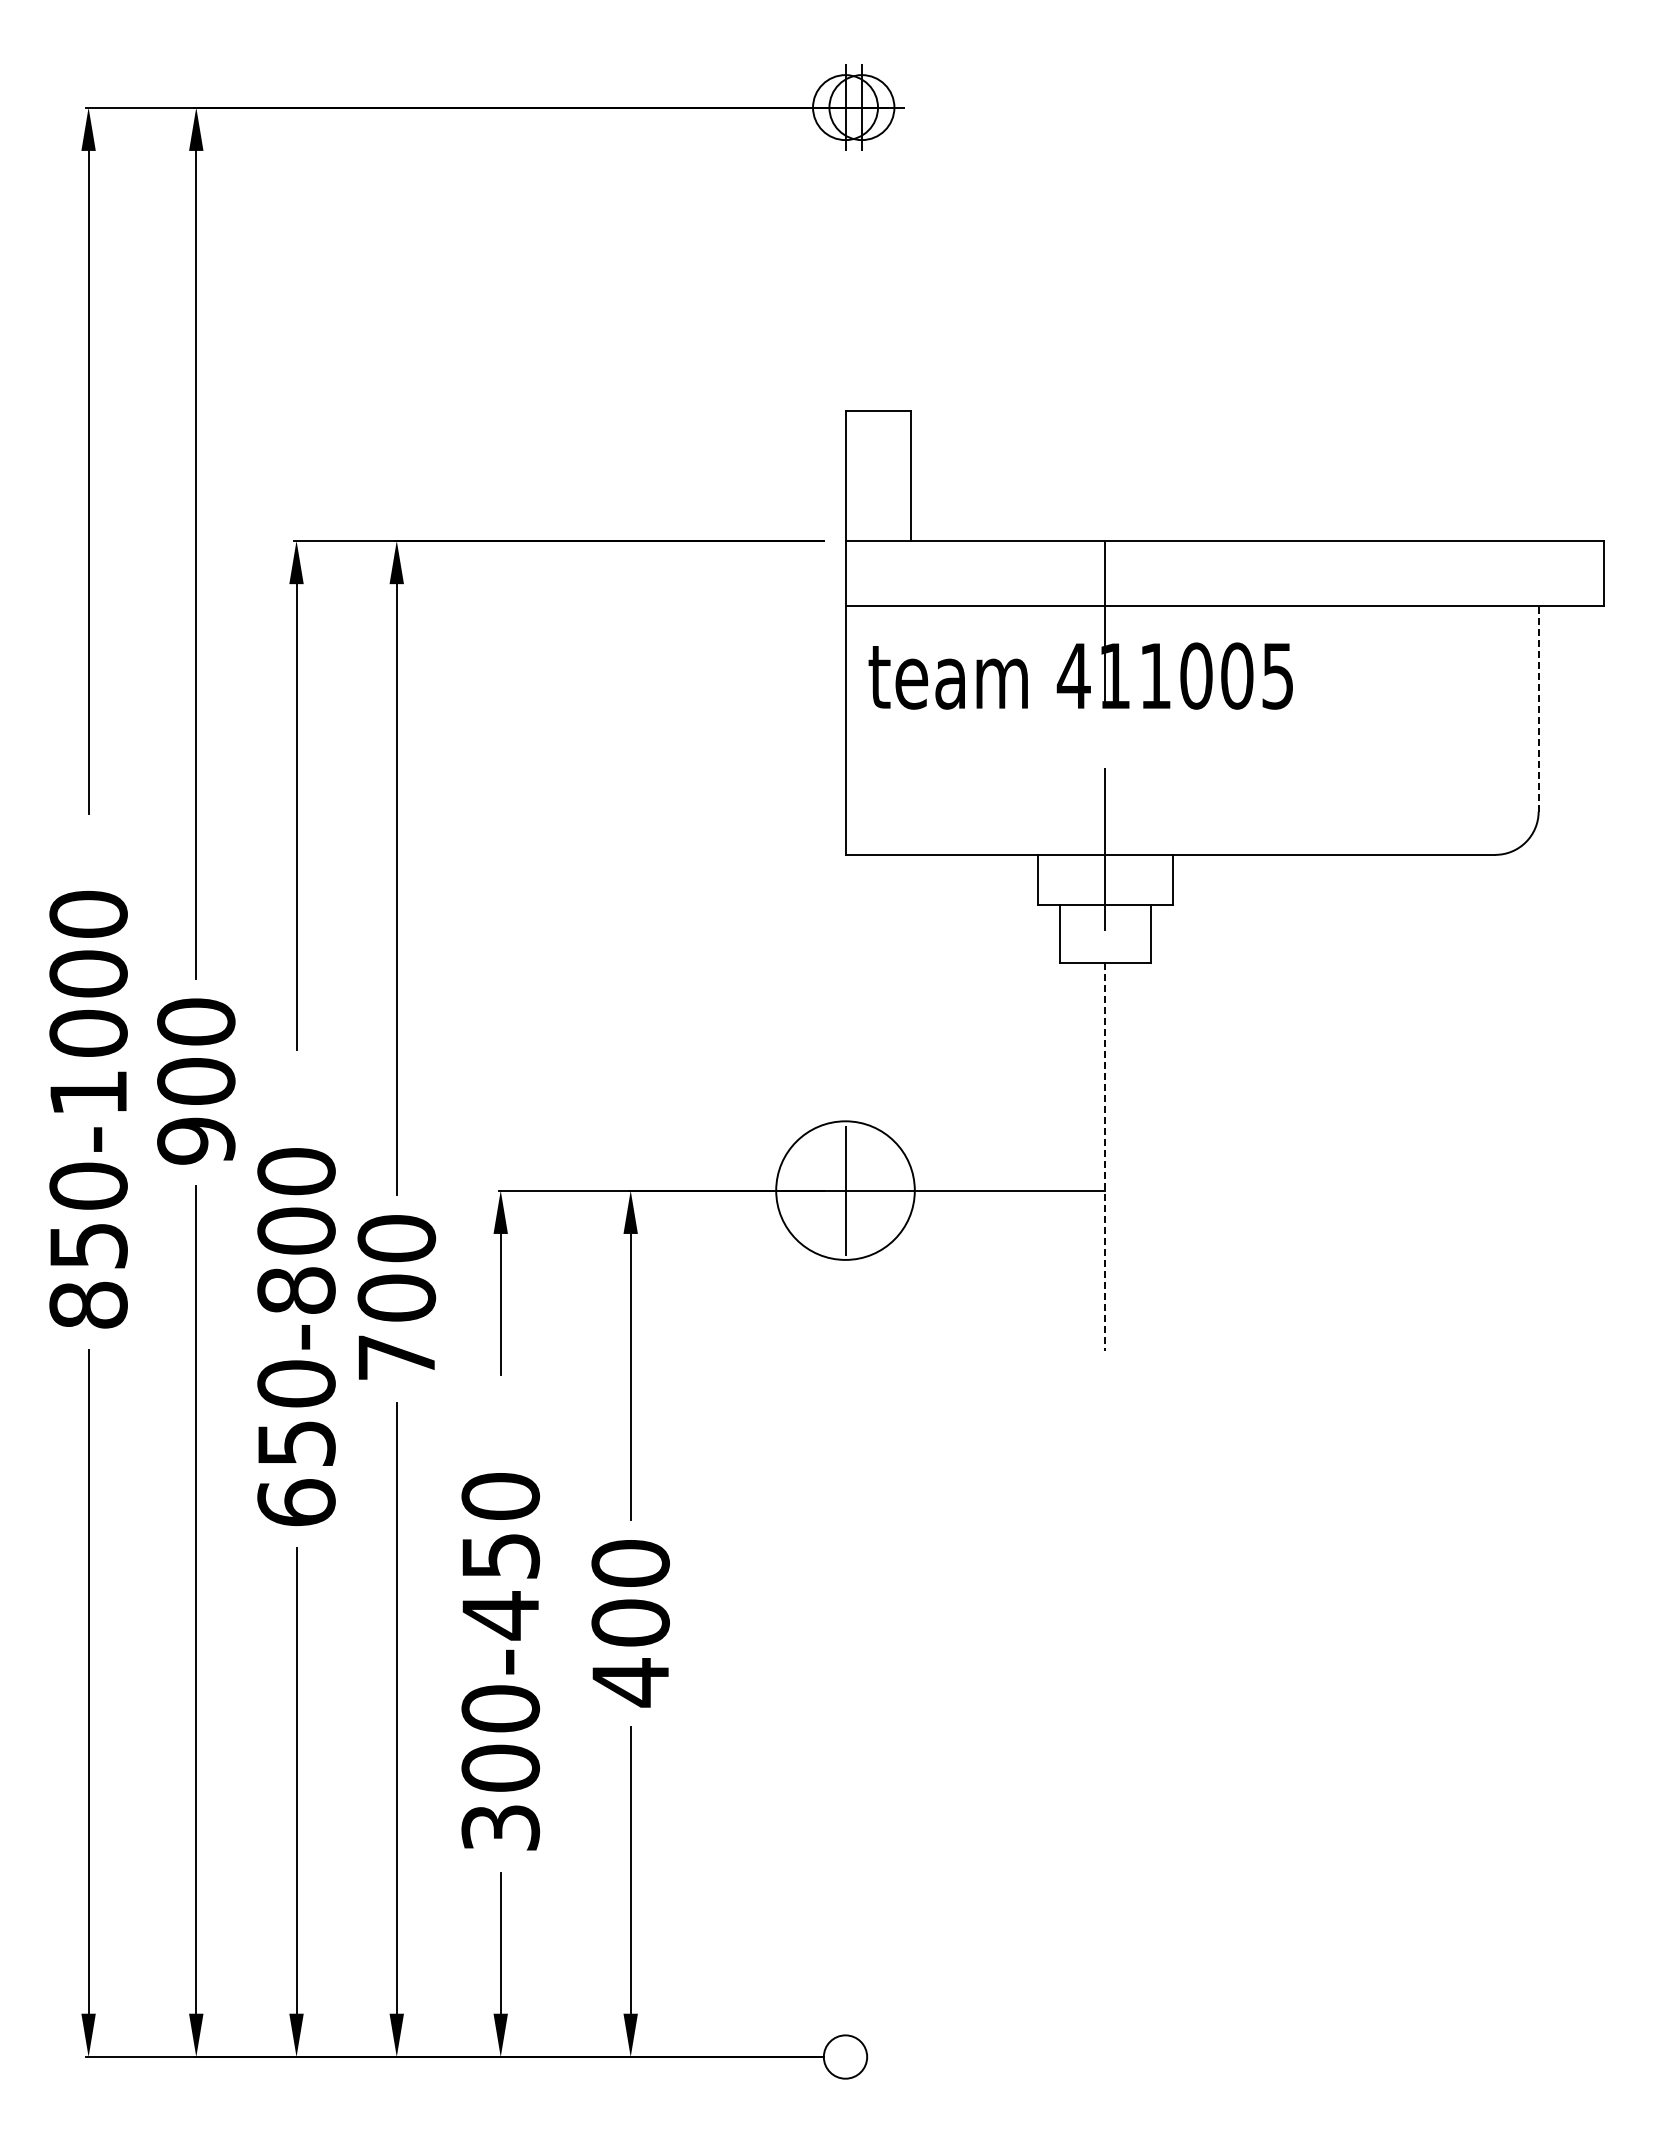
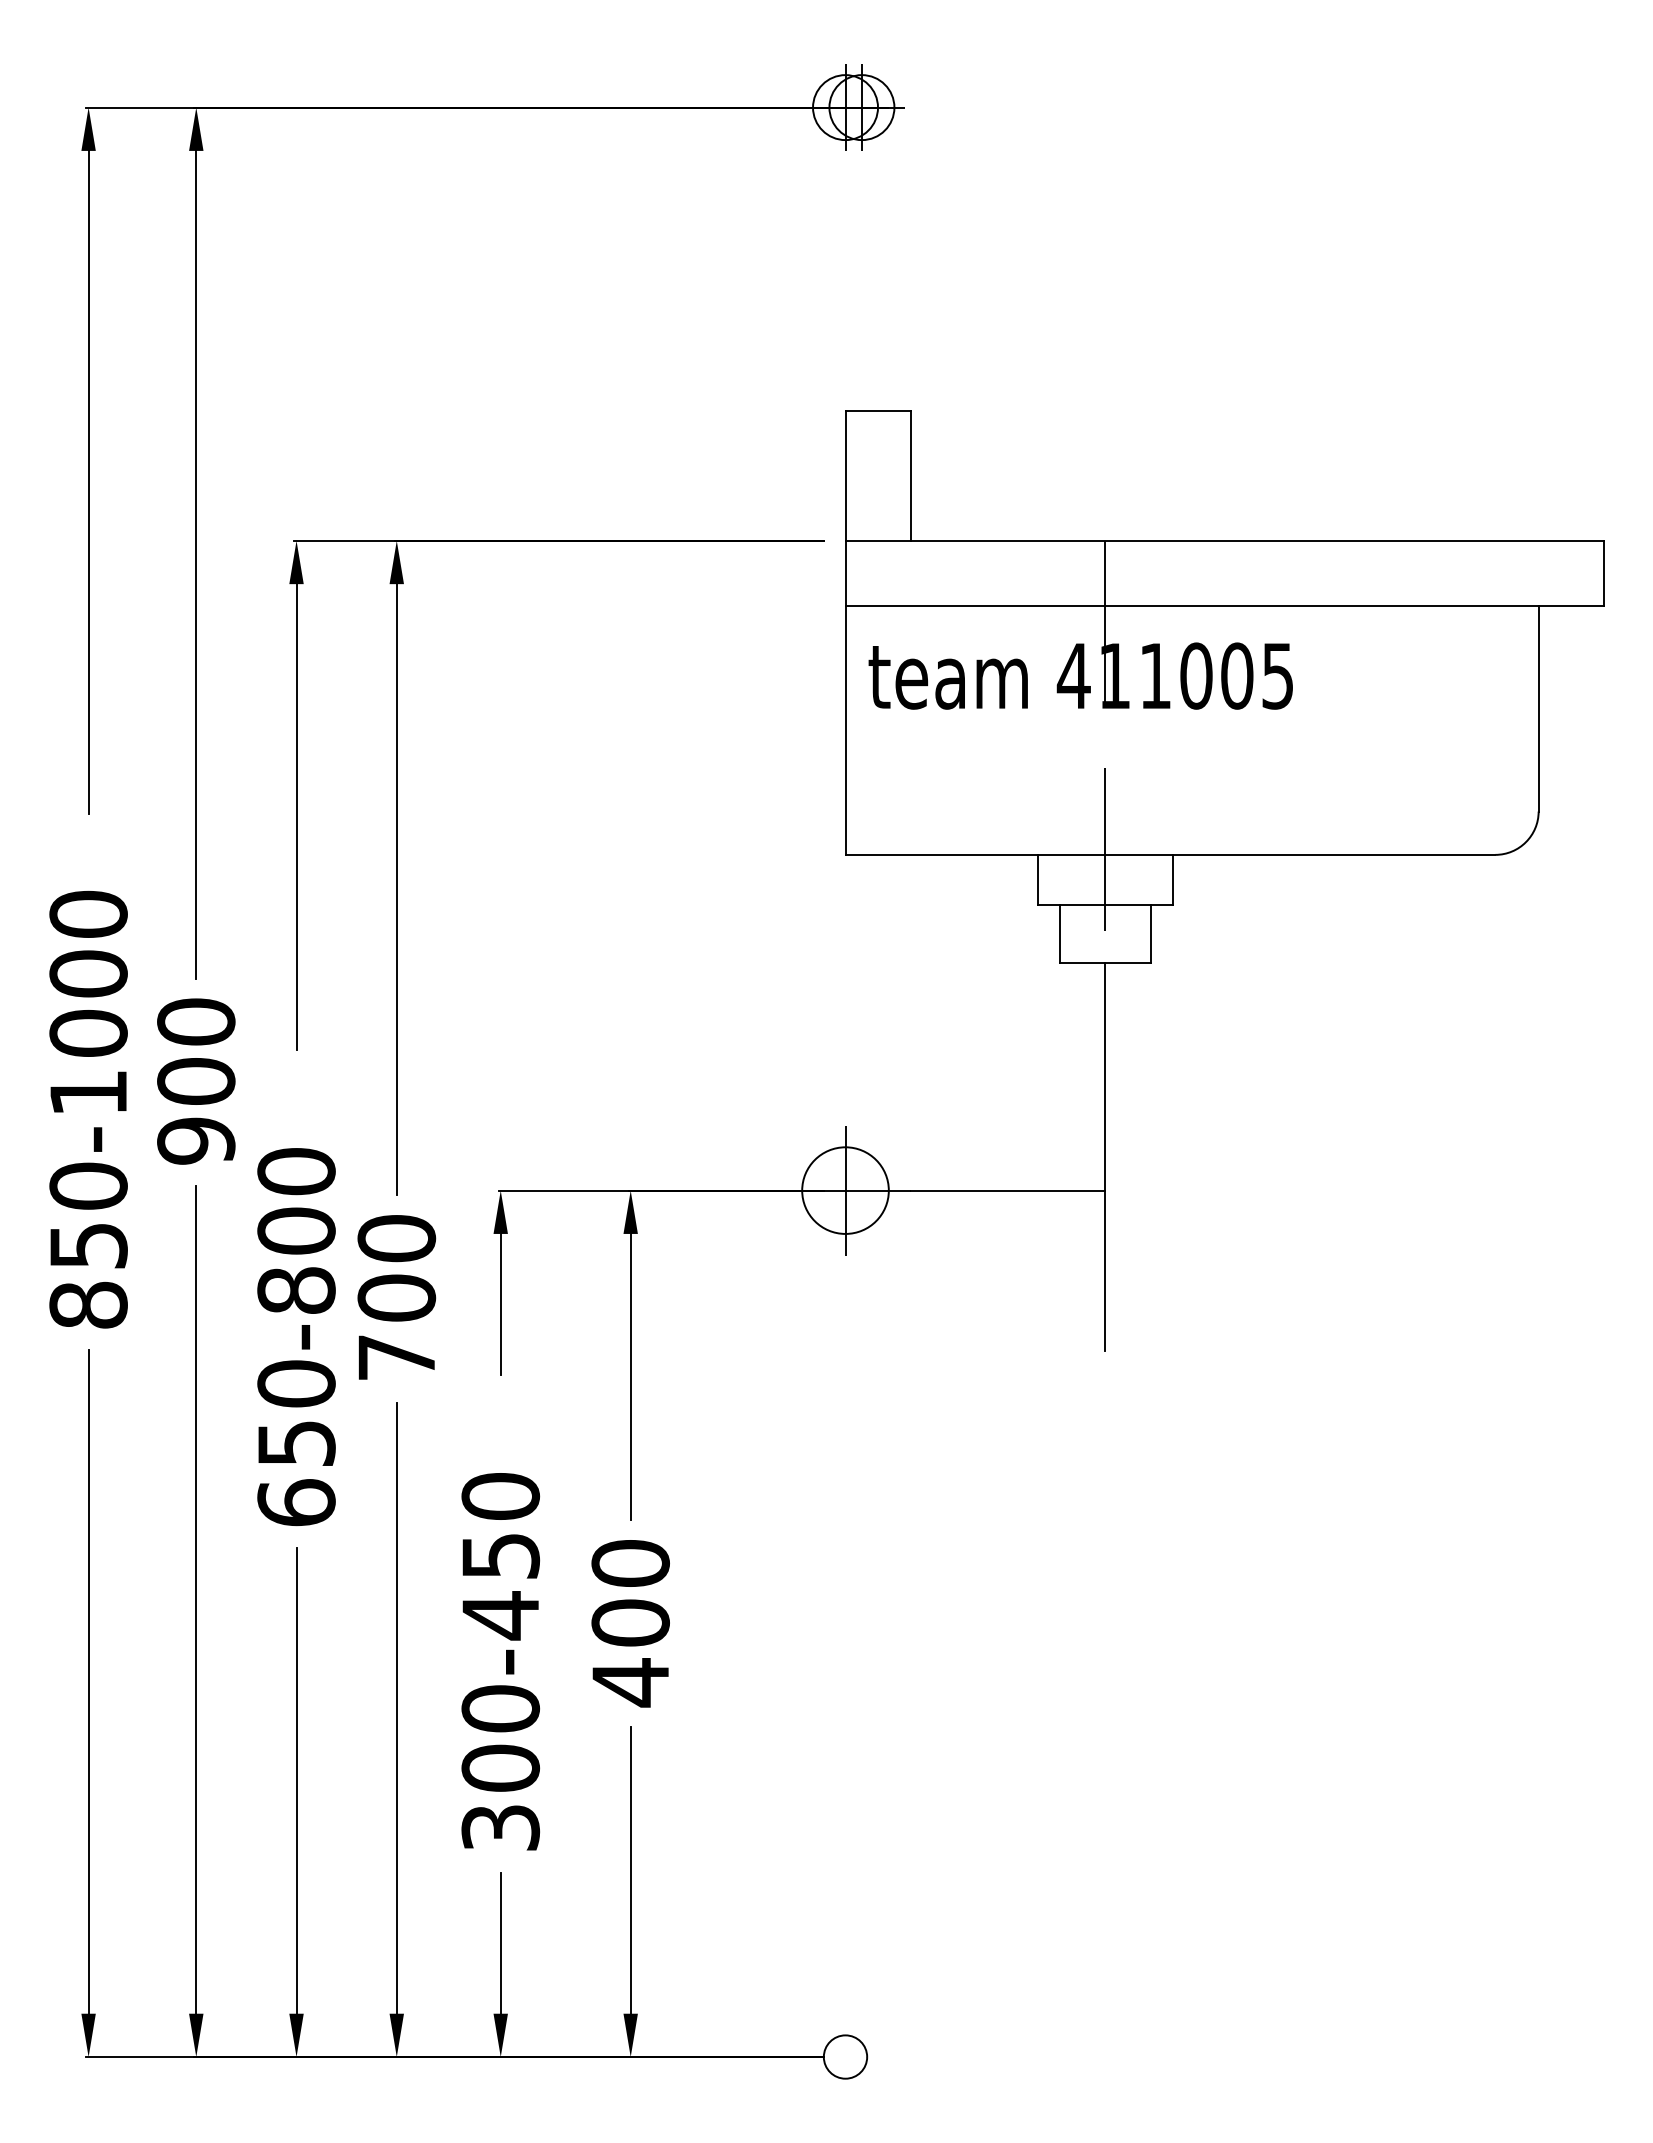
line at (1538, 708): dashed -> solid
line at (1105, 1157): dashed -> solid
circle at (845, 1190) diameter: 139 px -> 87 px
